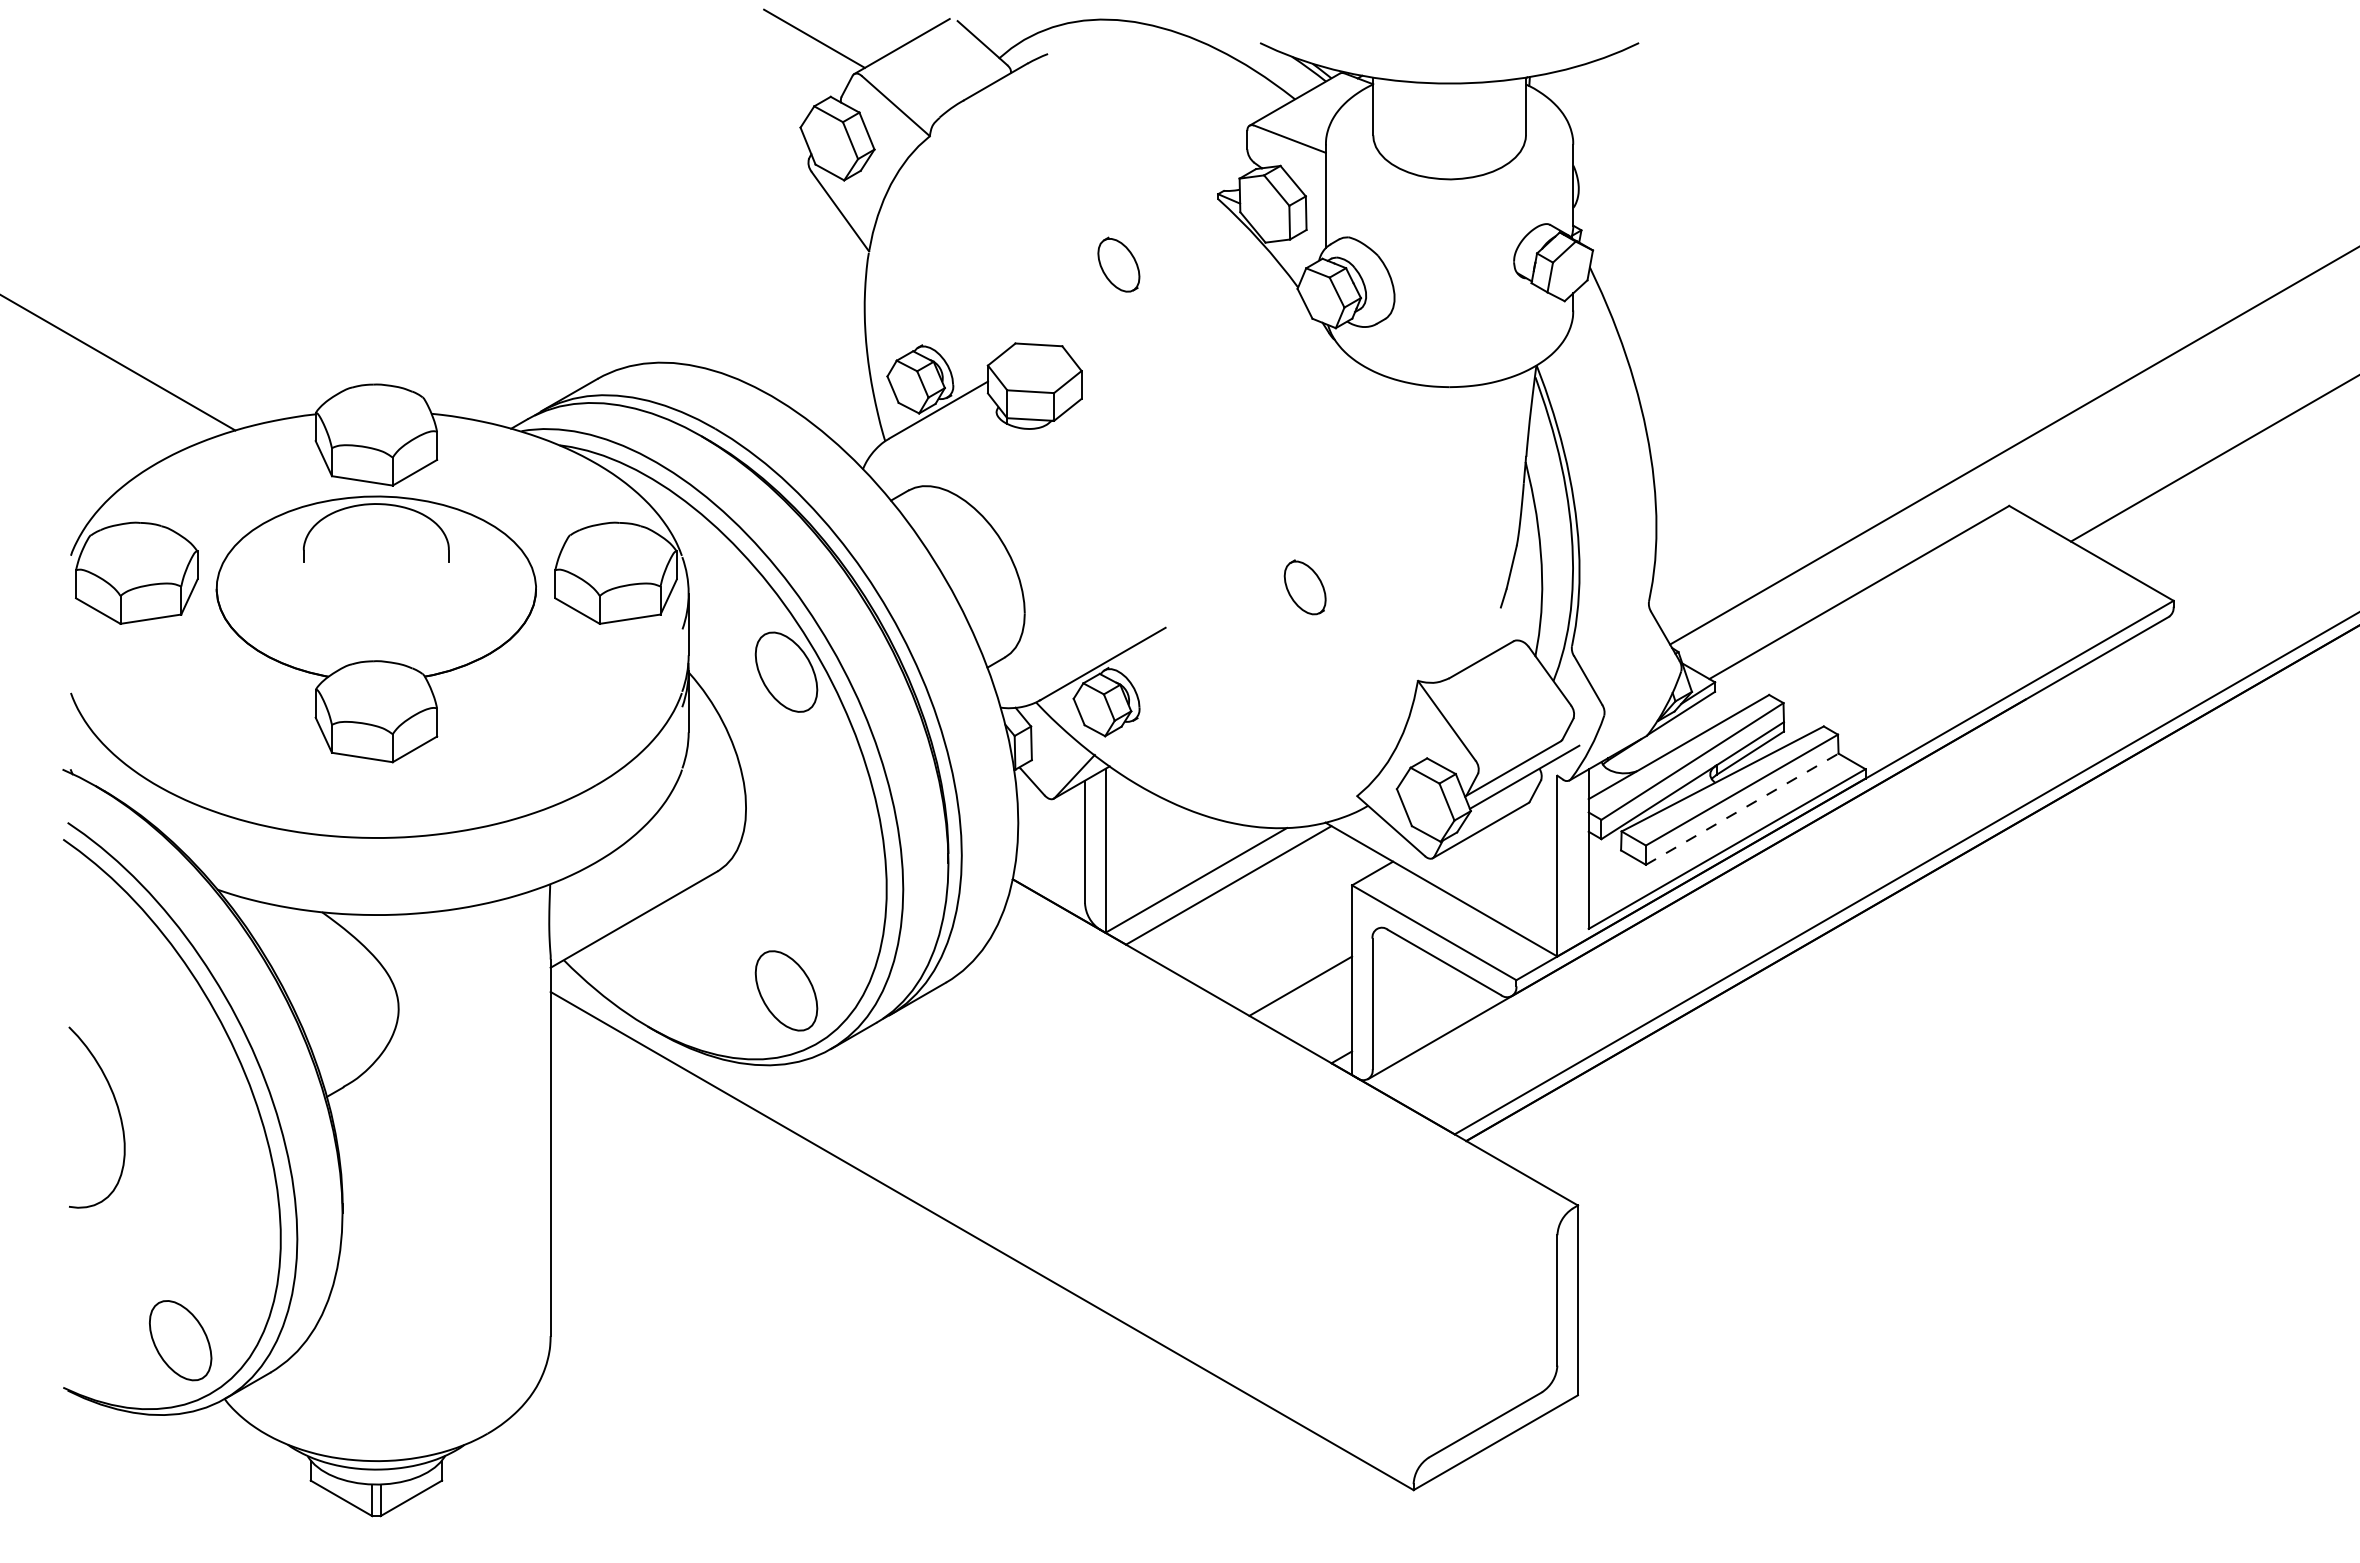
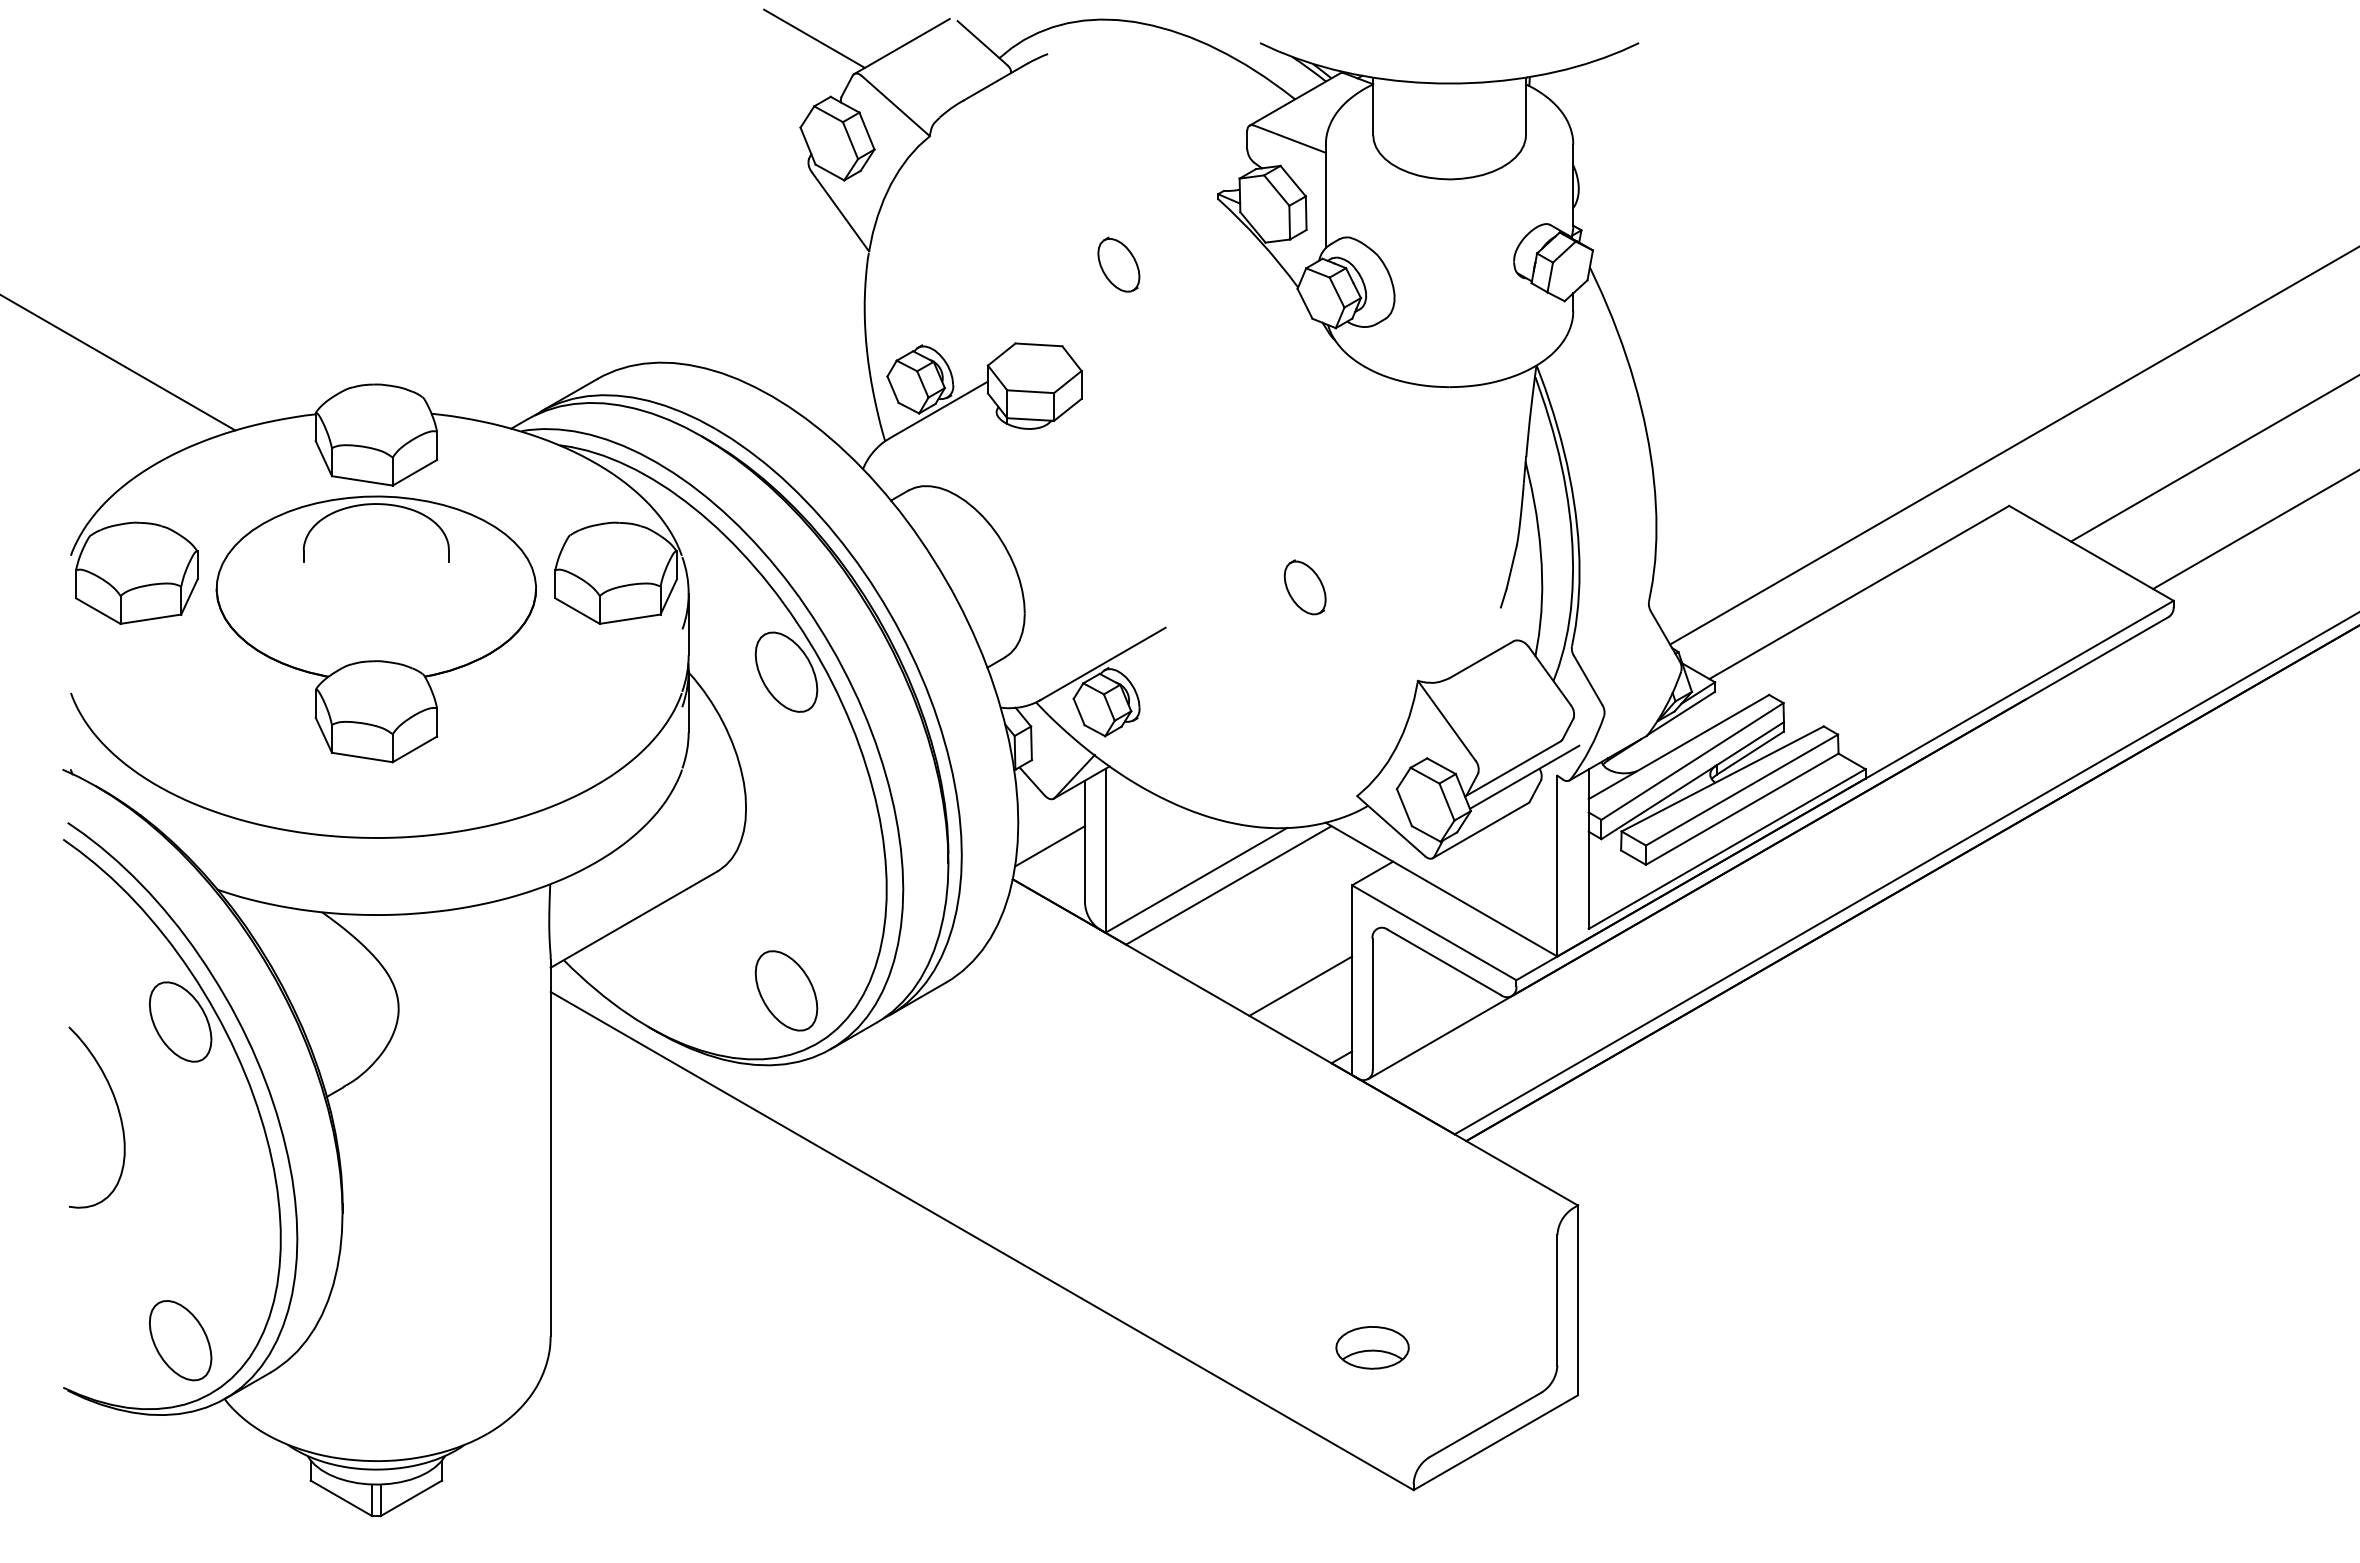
line at (2254, 530): none -> present
line at (1742, 808): dashed -> solid
line at (1049, 846): none -> present
part at (180, 1021): none -> present
part at (1372, 1347): none -> present
